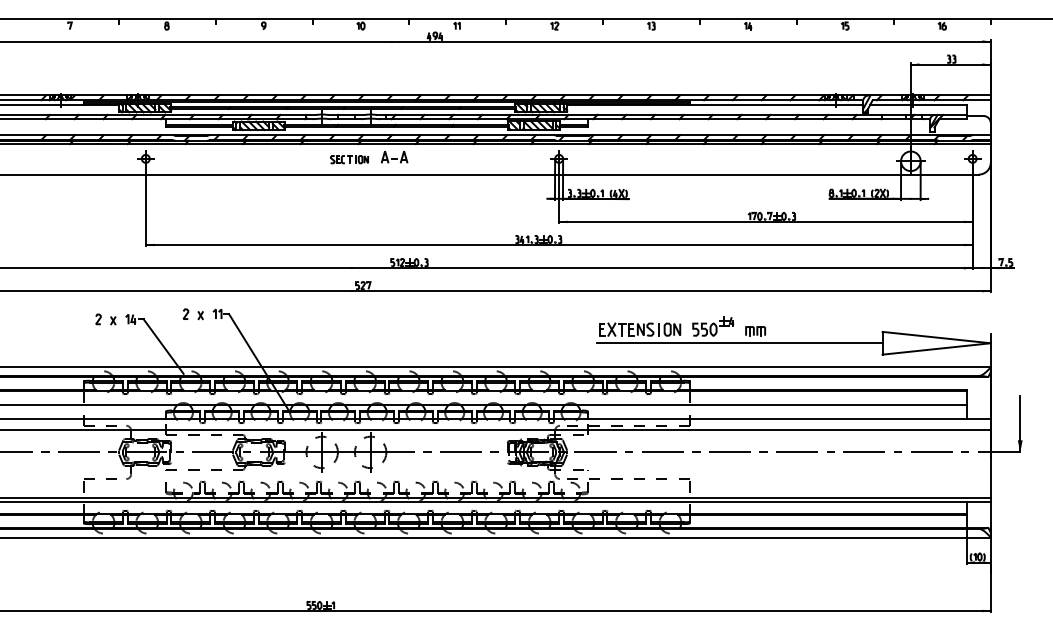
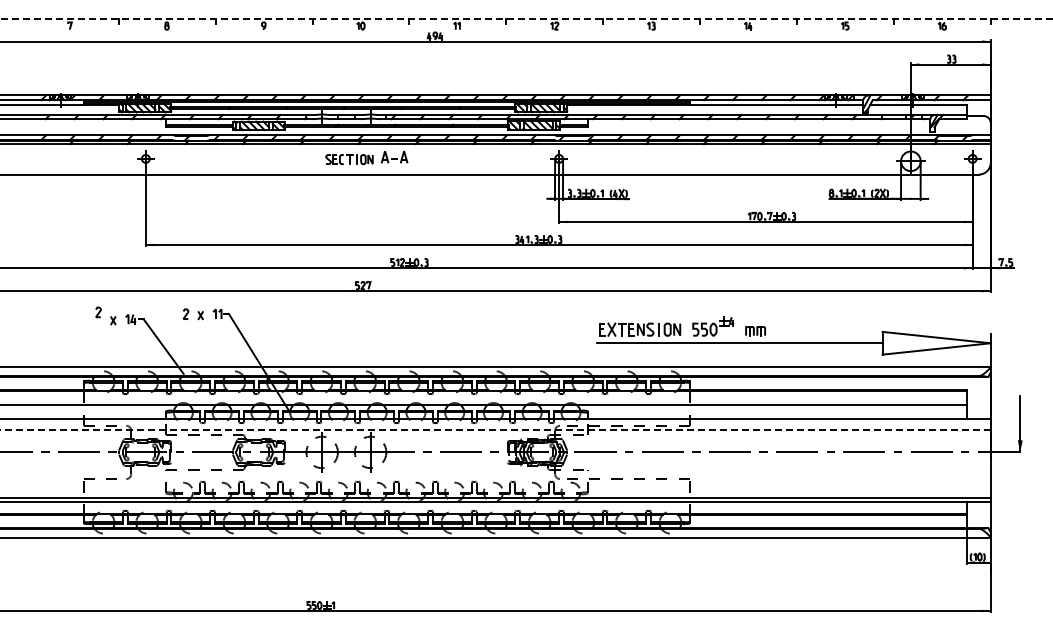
line at (526, 18): solid -> dashed
part at (349, 159) size: 39x10 px -> 49x11 px
curve at (98, 319) position: (98, 319) -> (98, 312)
line at (494, 430): solid -> dashed
